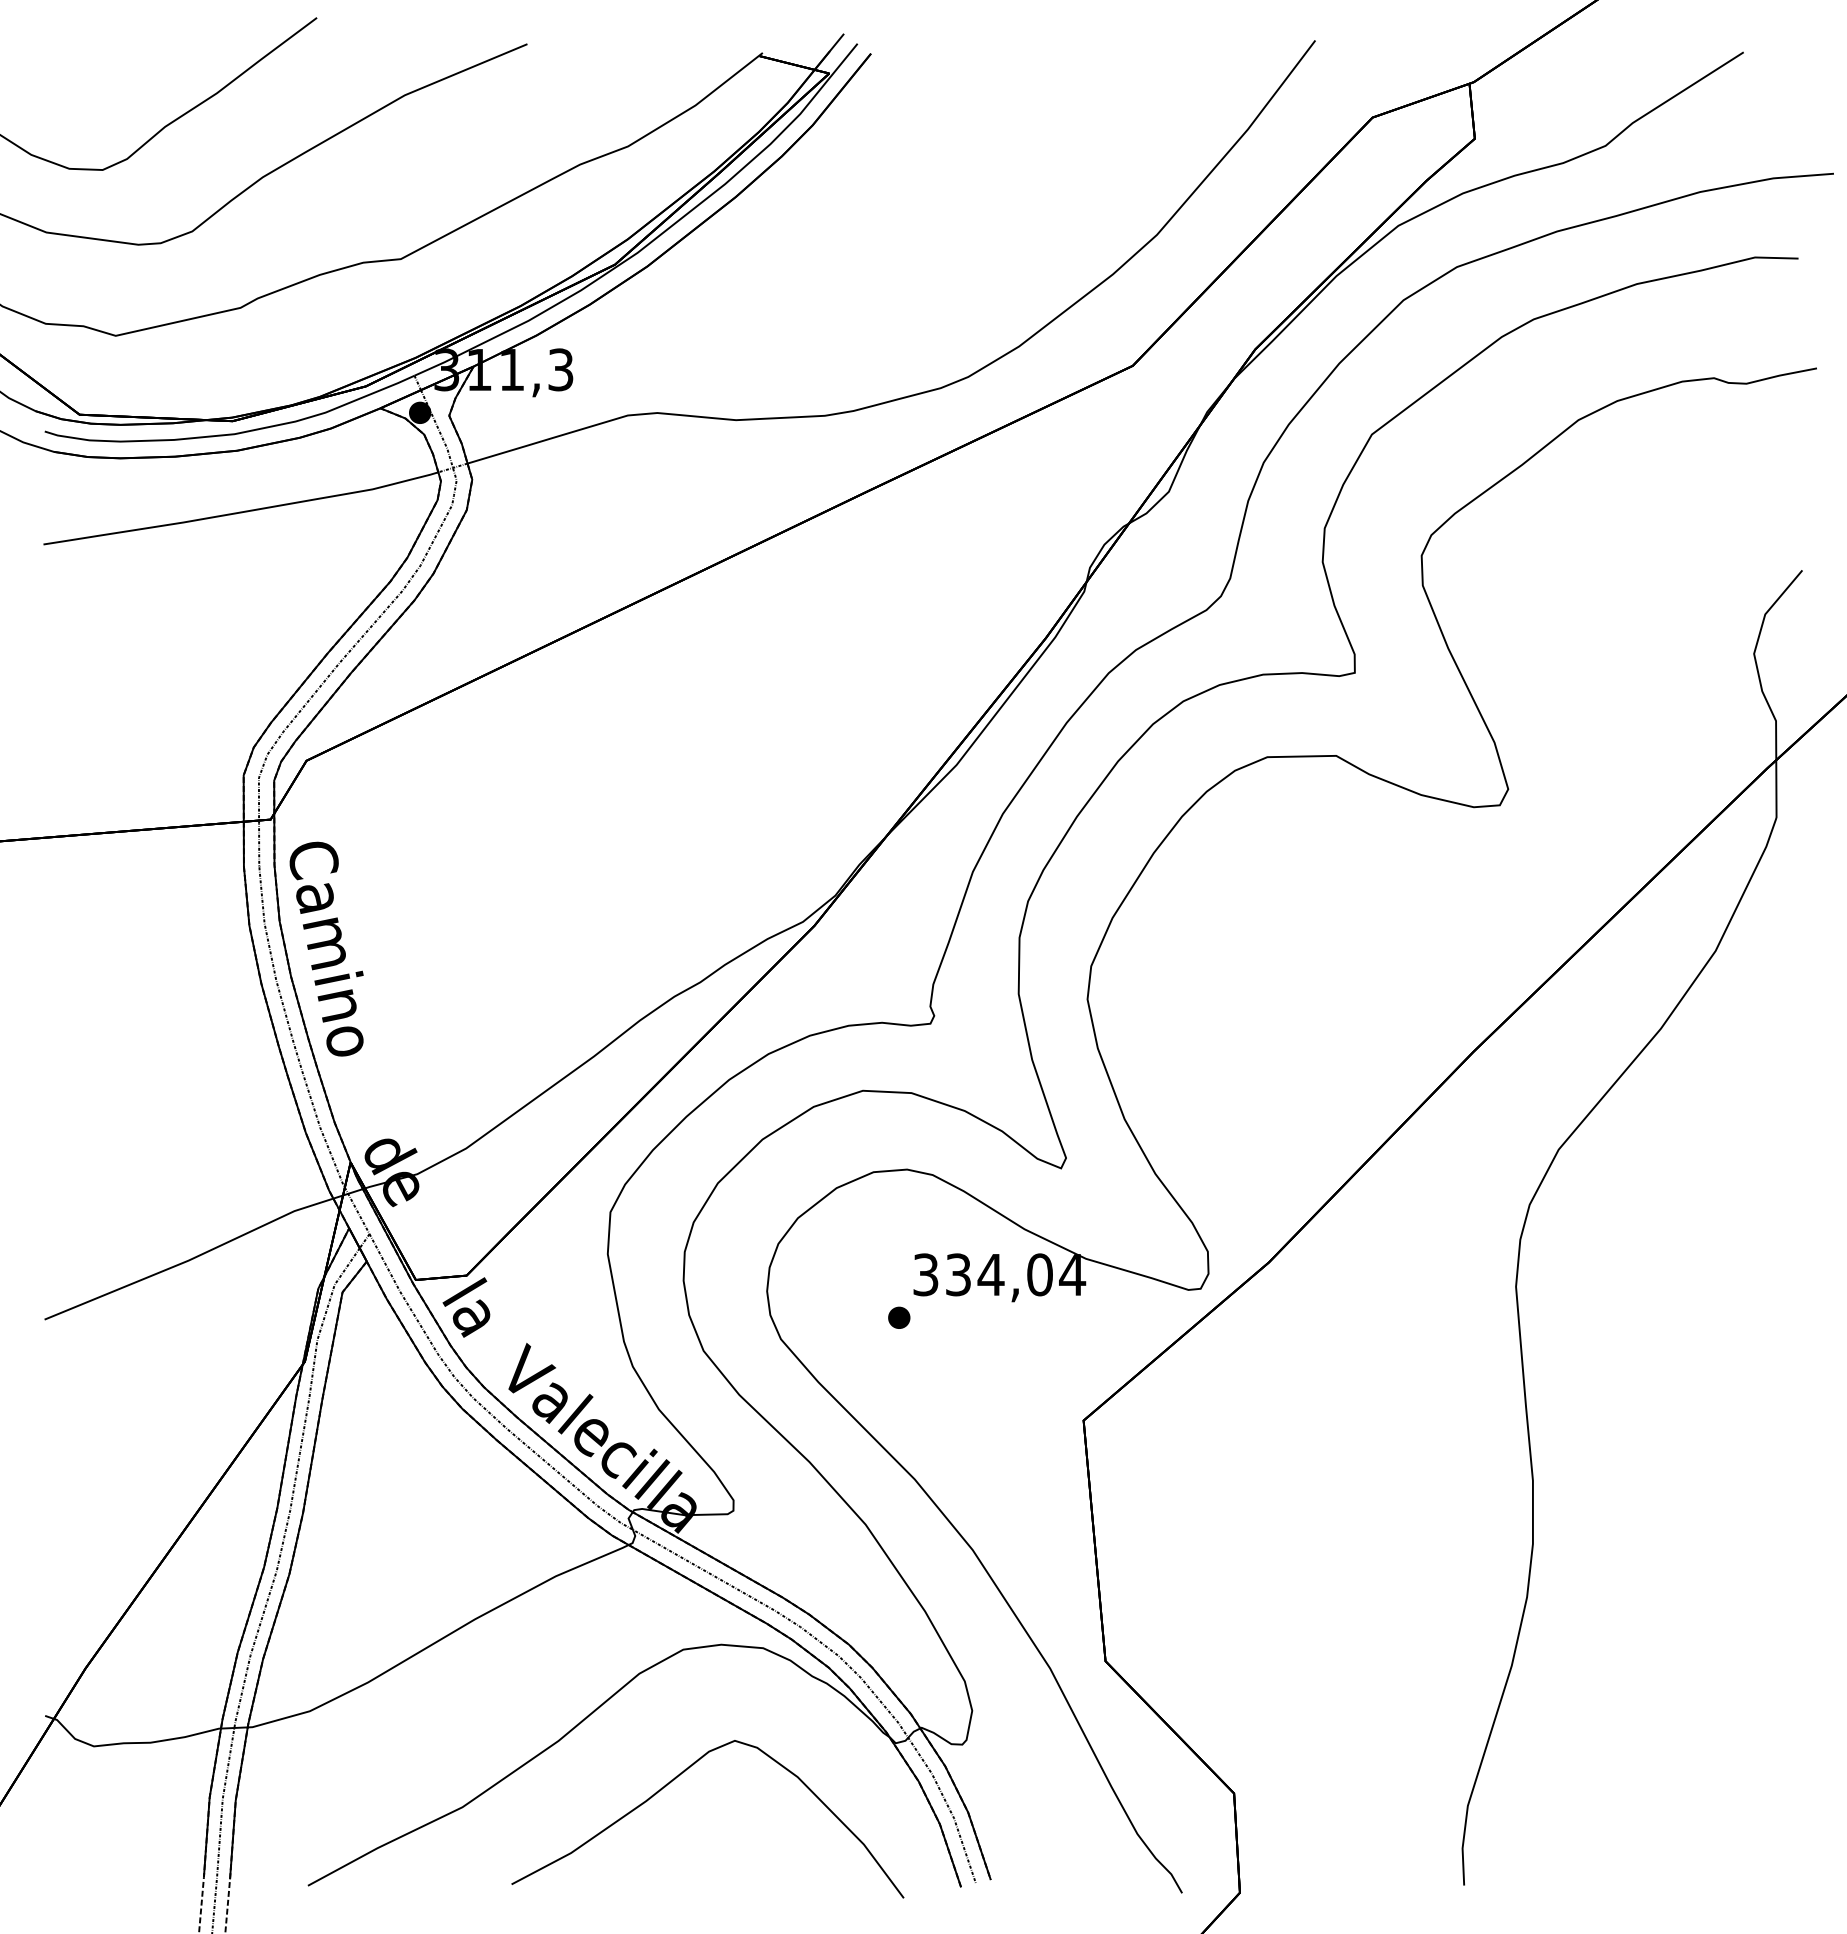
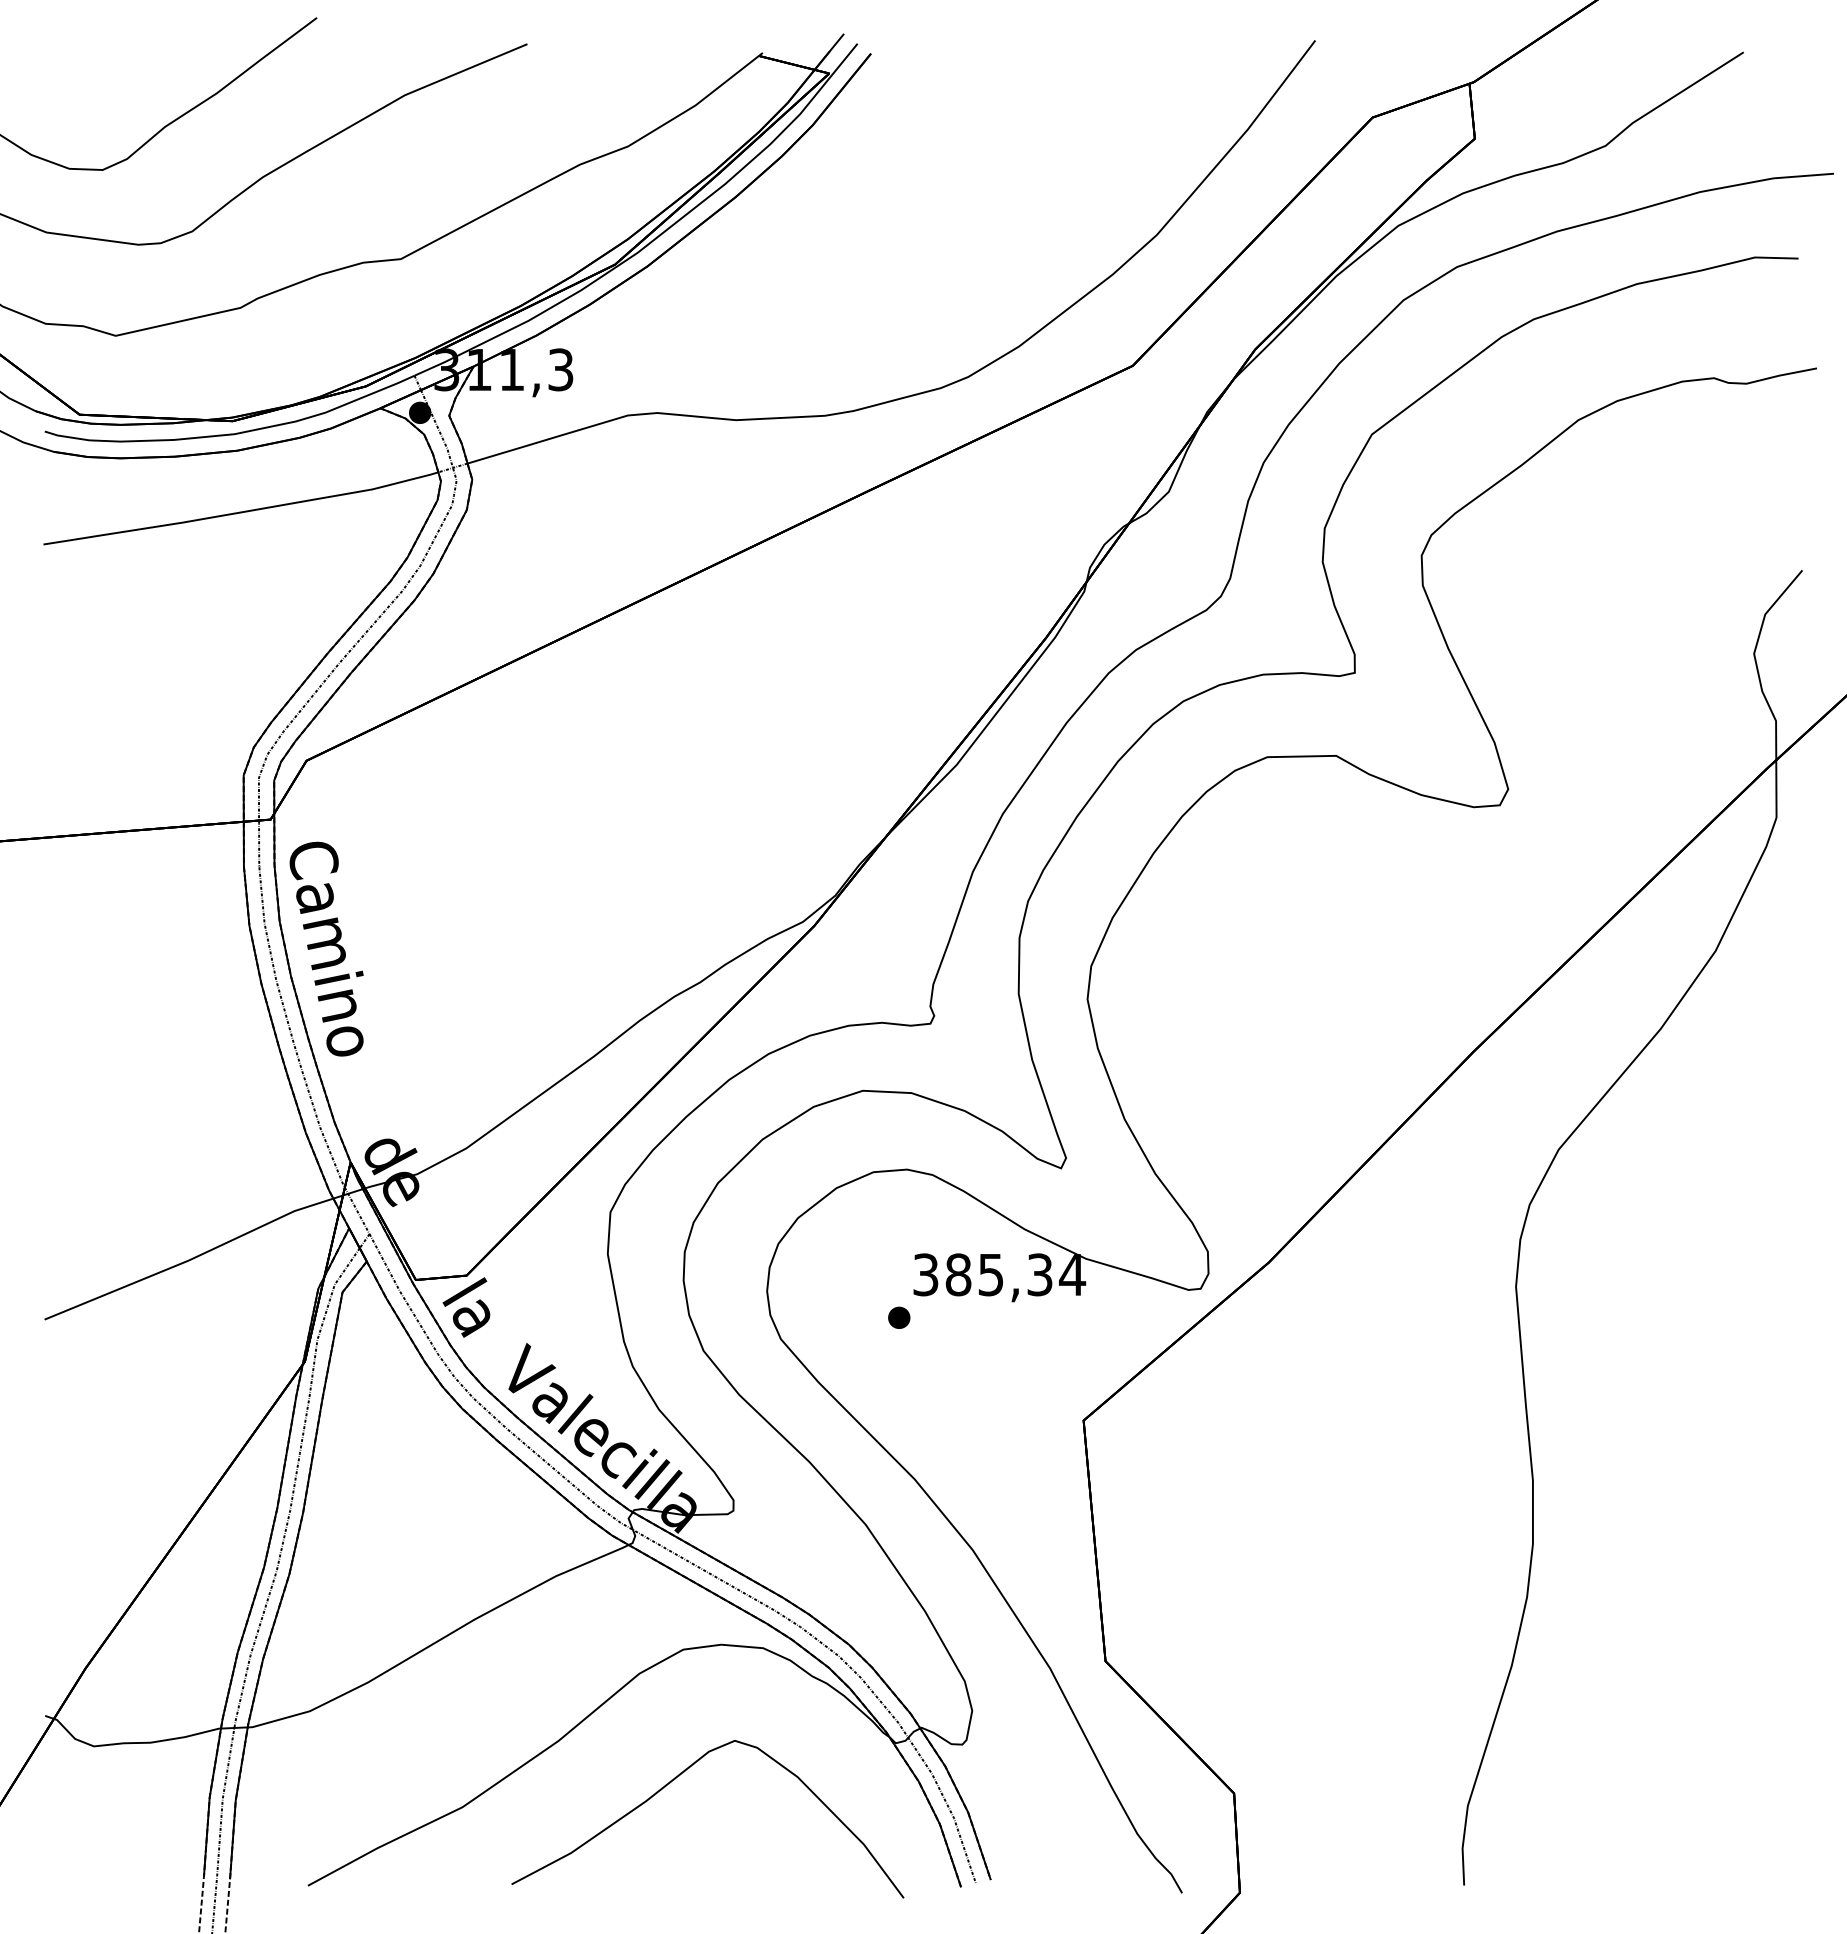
text at (998, 1274): 334,04 -> 385,34
